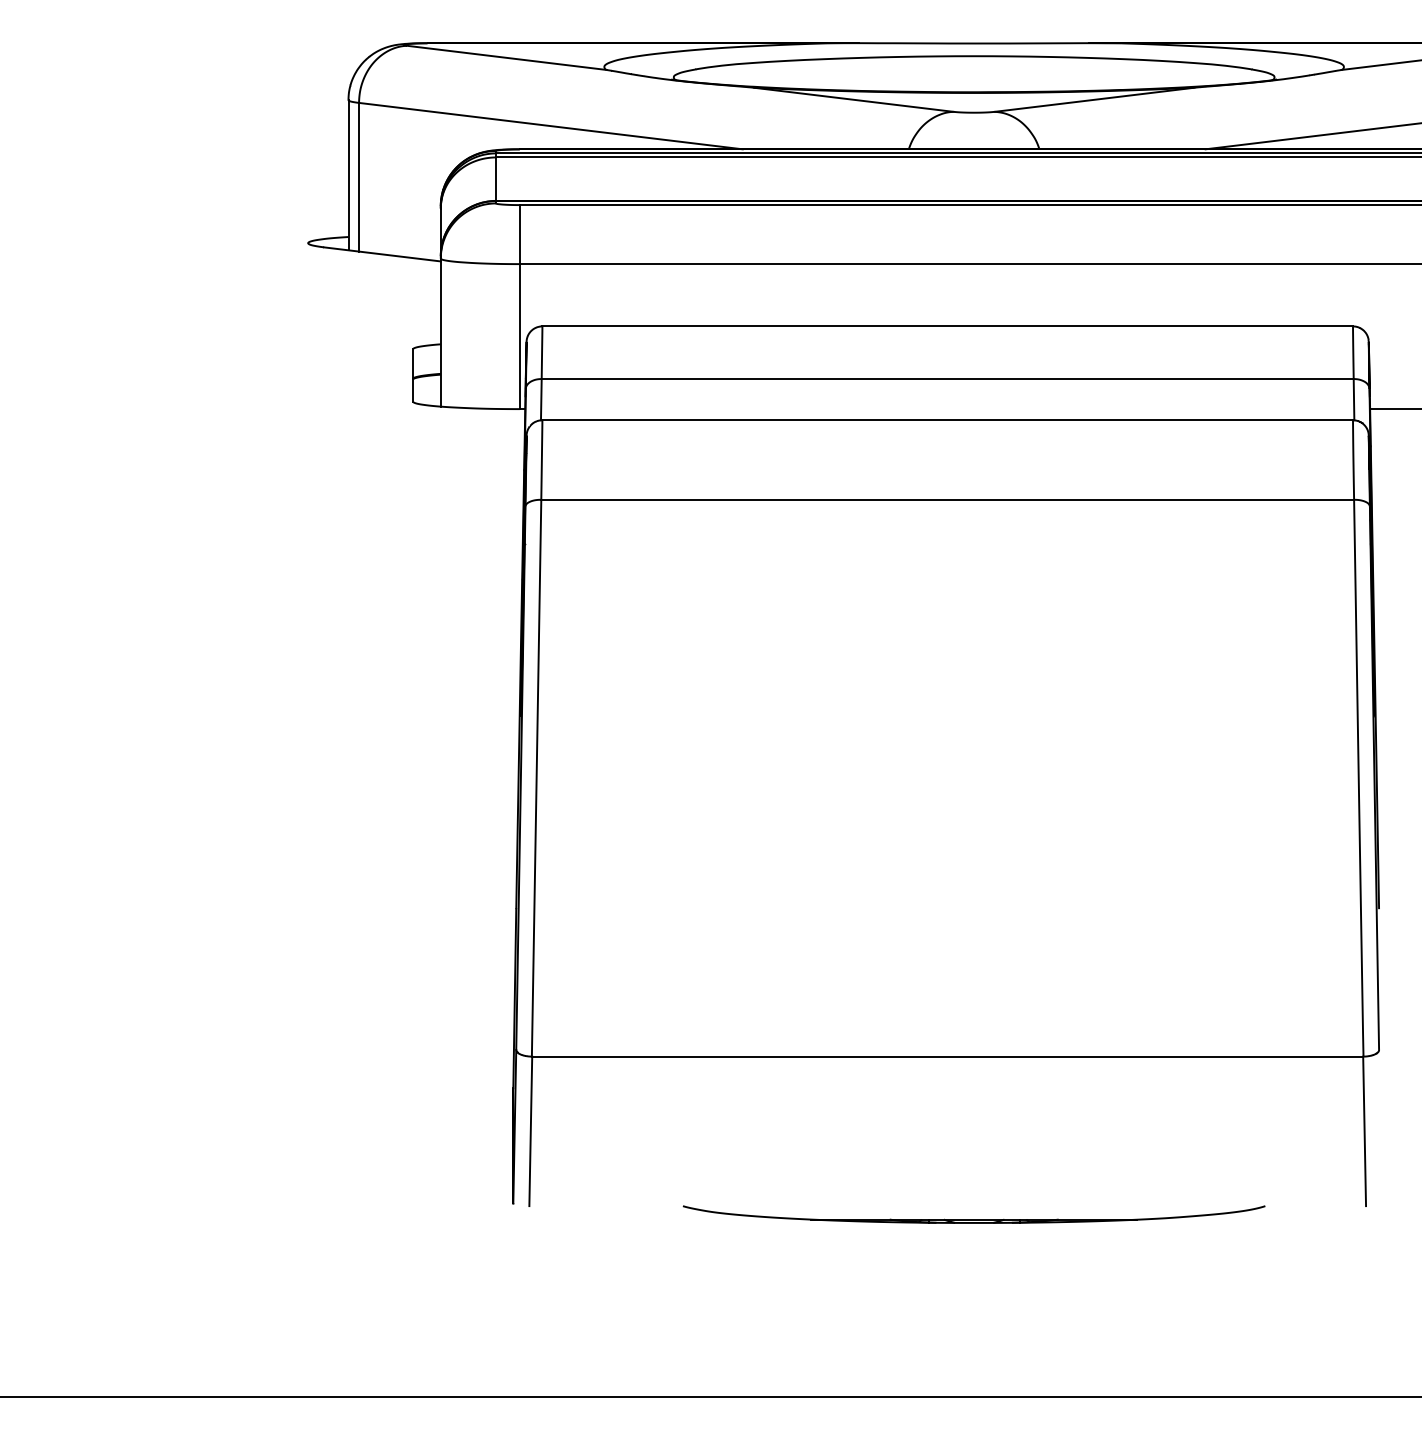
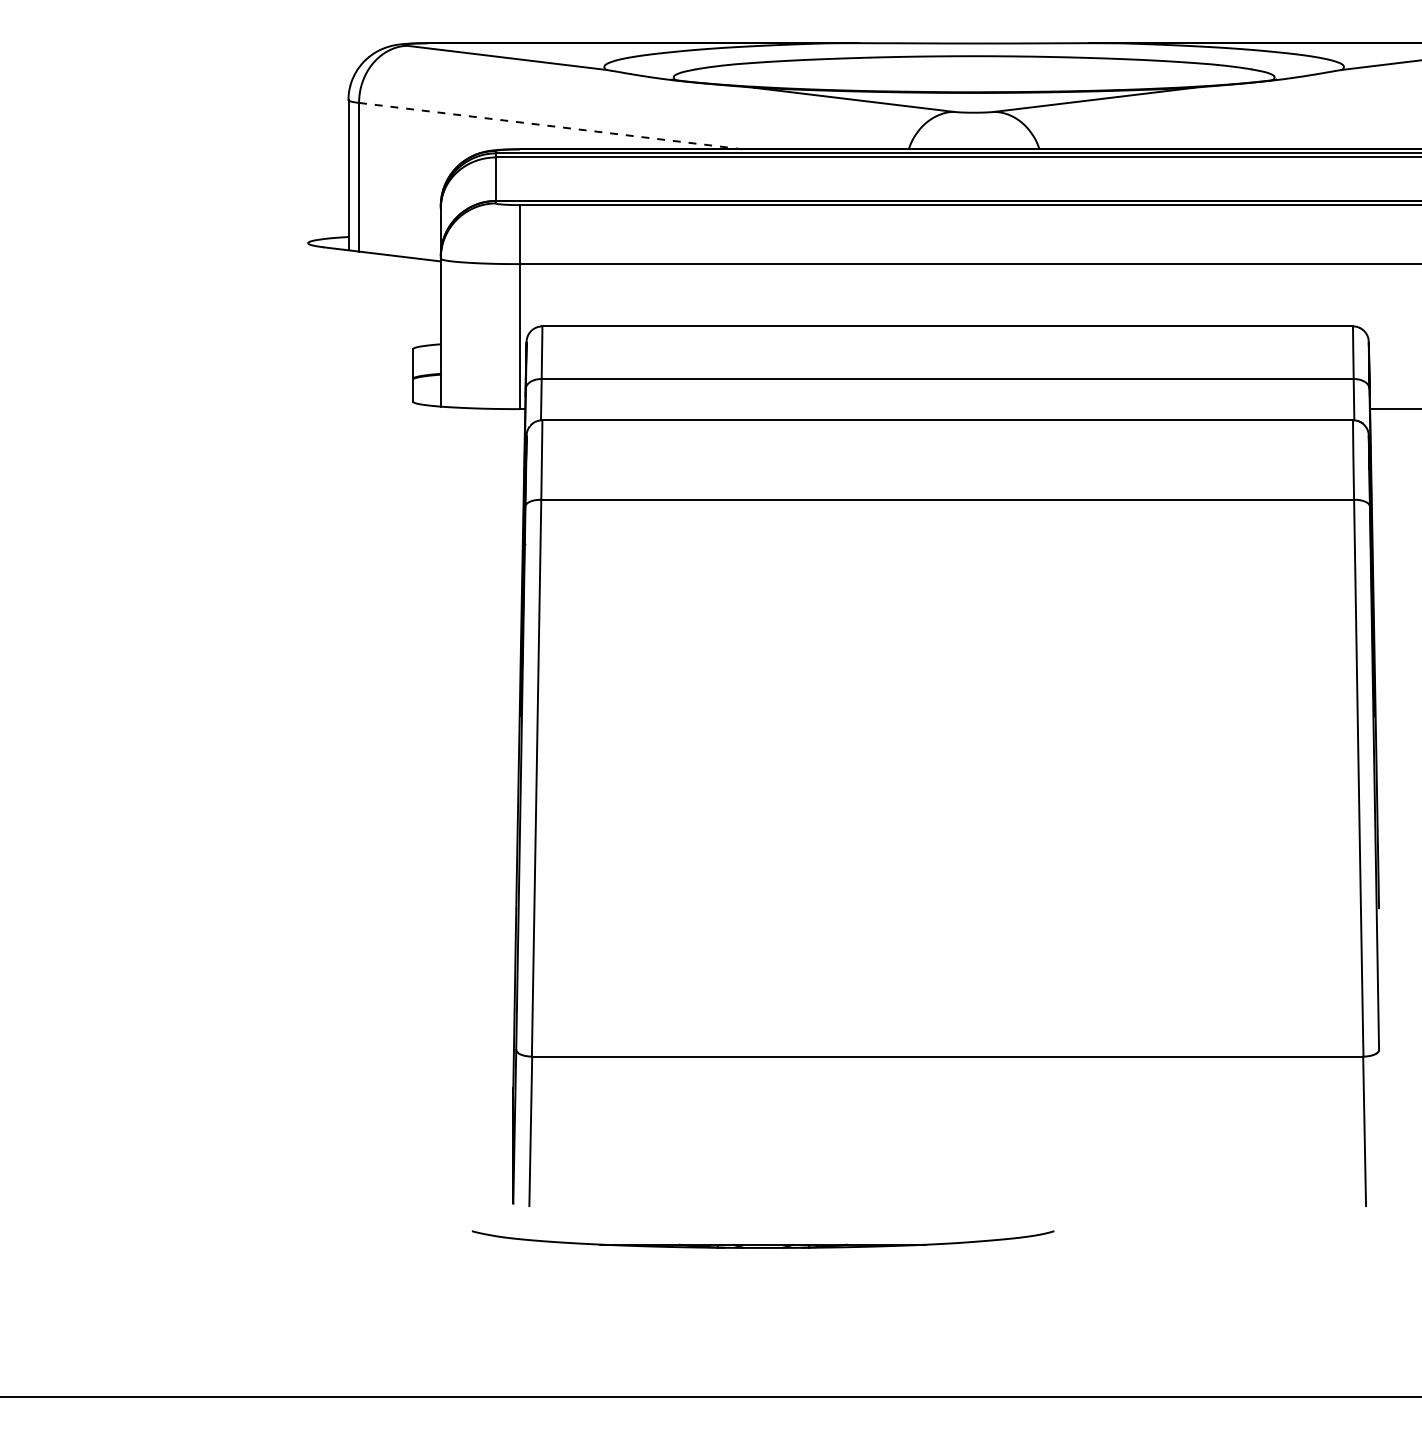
line at (551, 126): solid -> dashed
line at (1311, 136): present -> none
part at (973, 1214) position: (973, 1214) -> (762, 1239)
